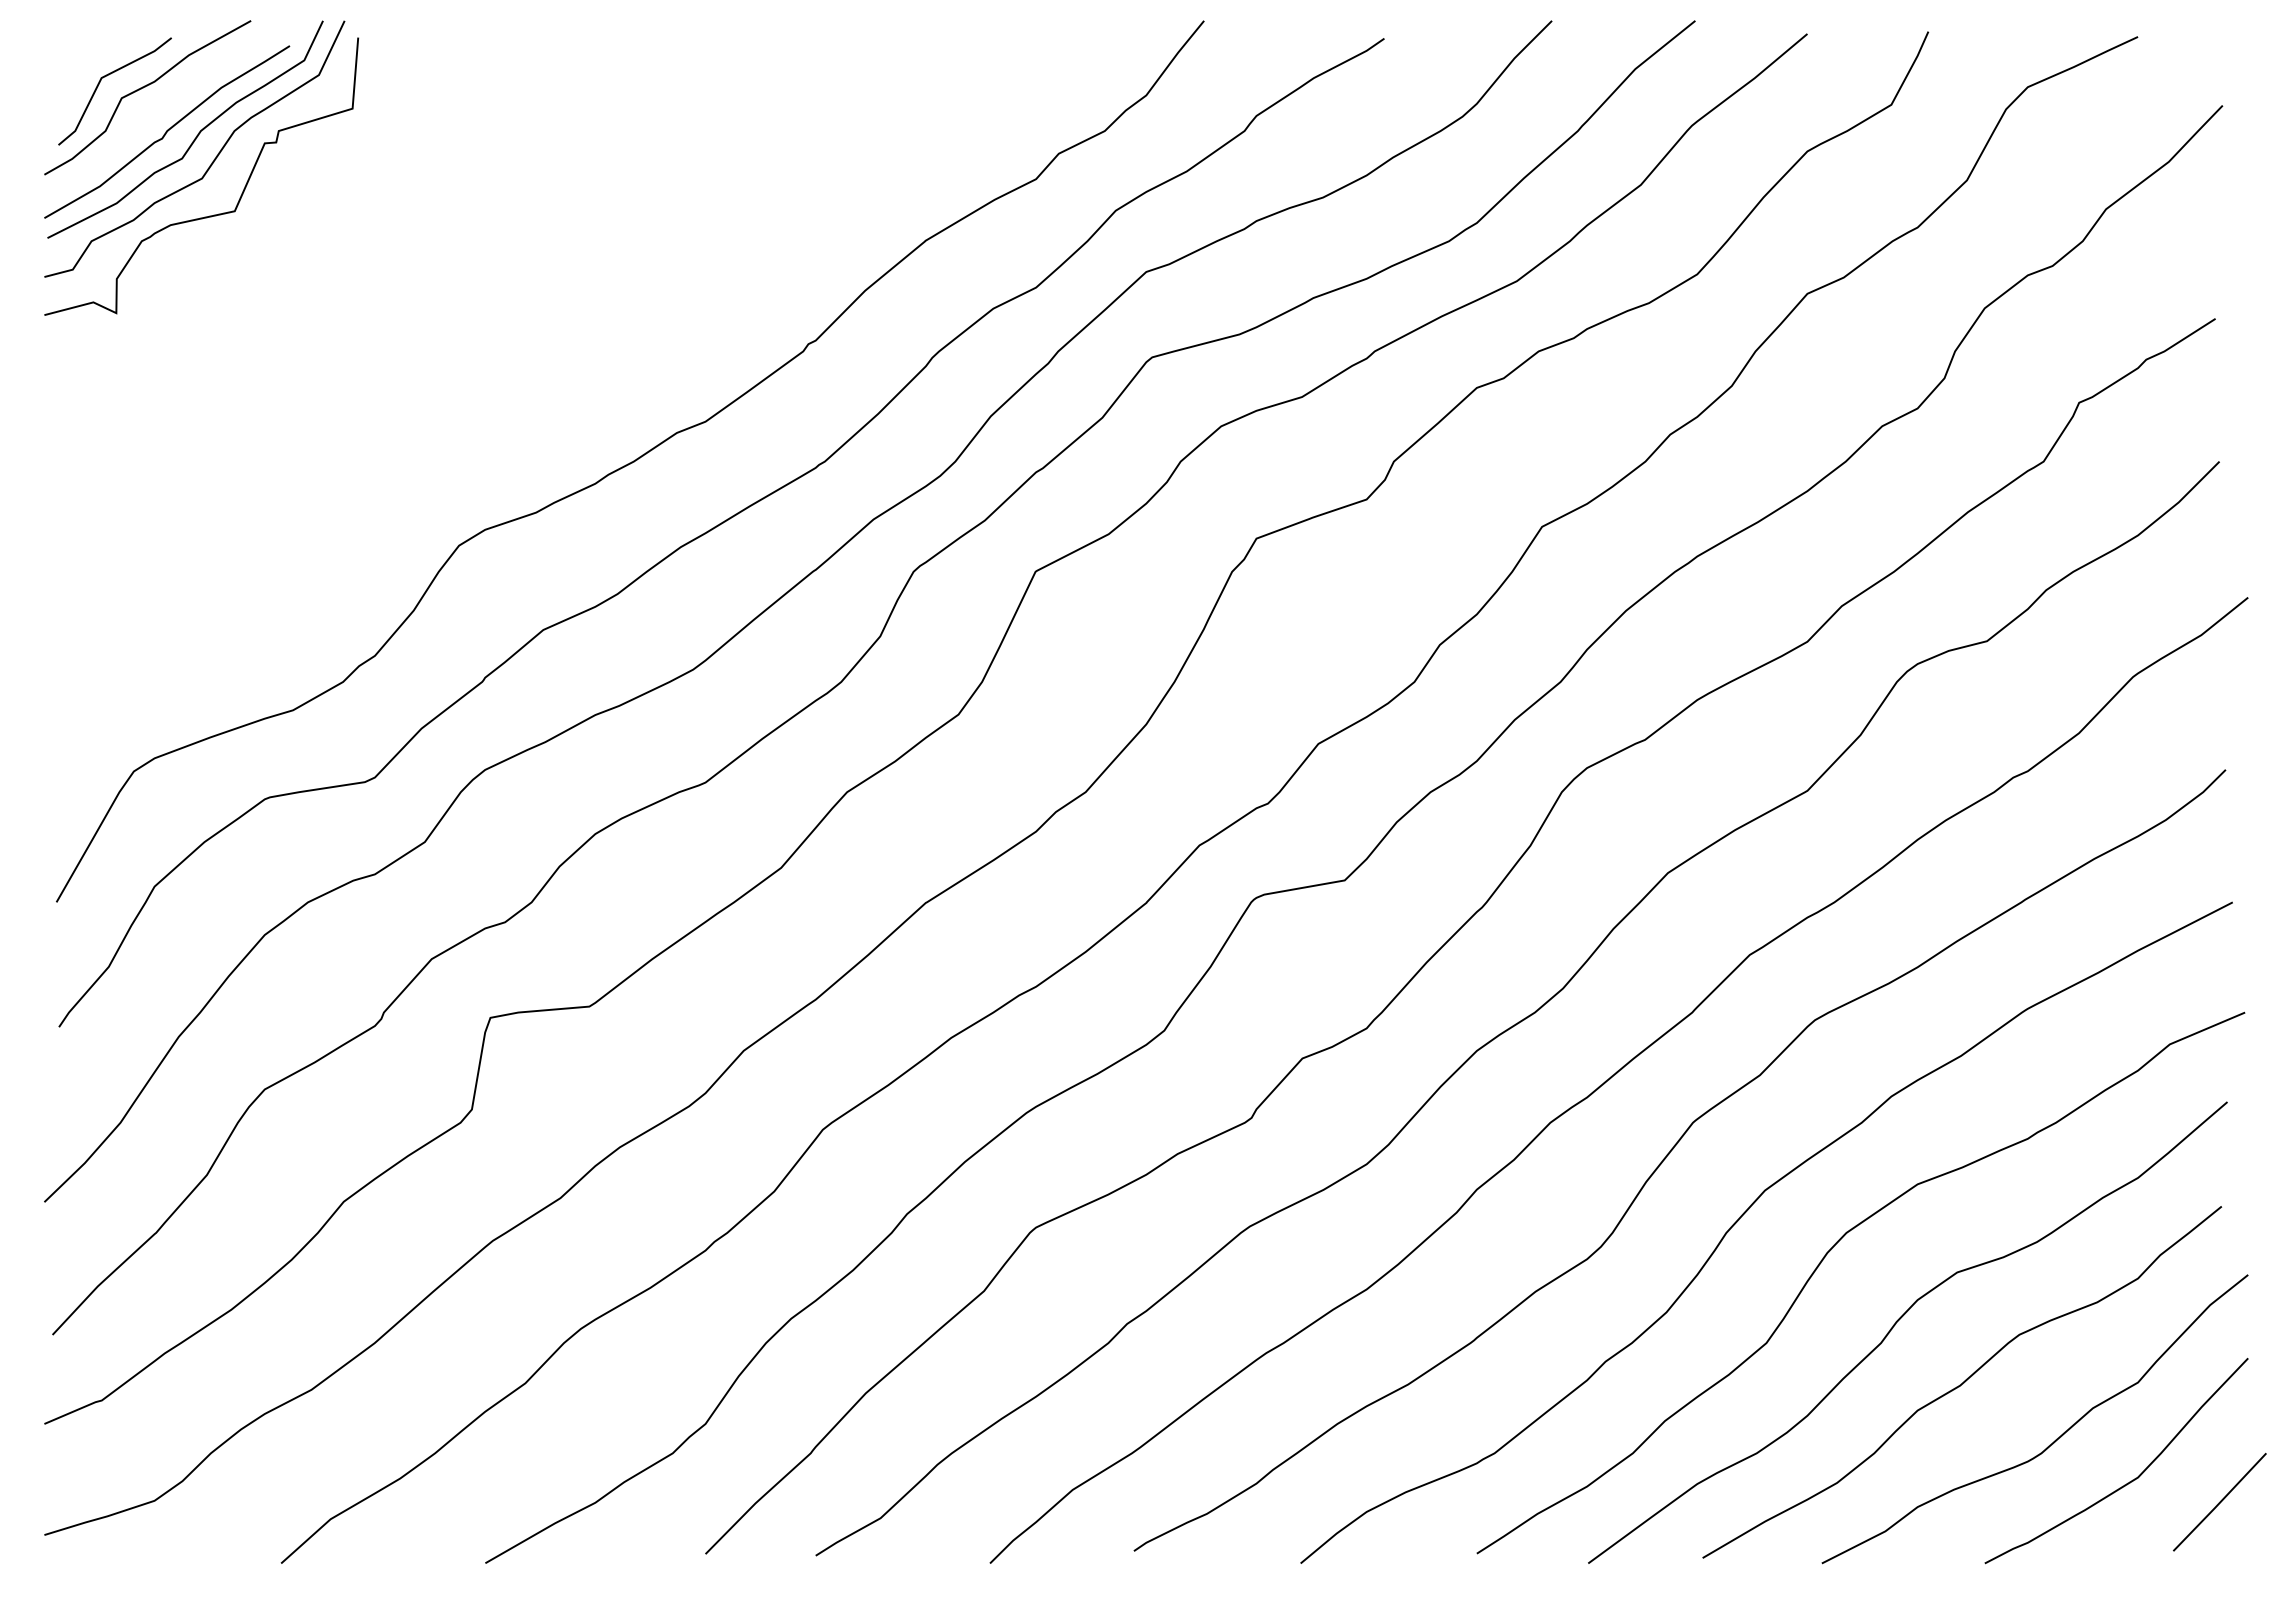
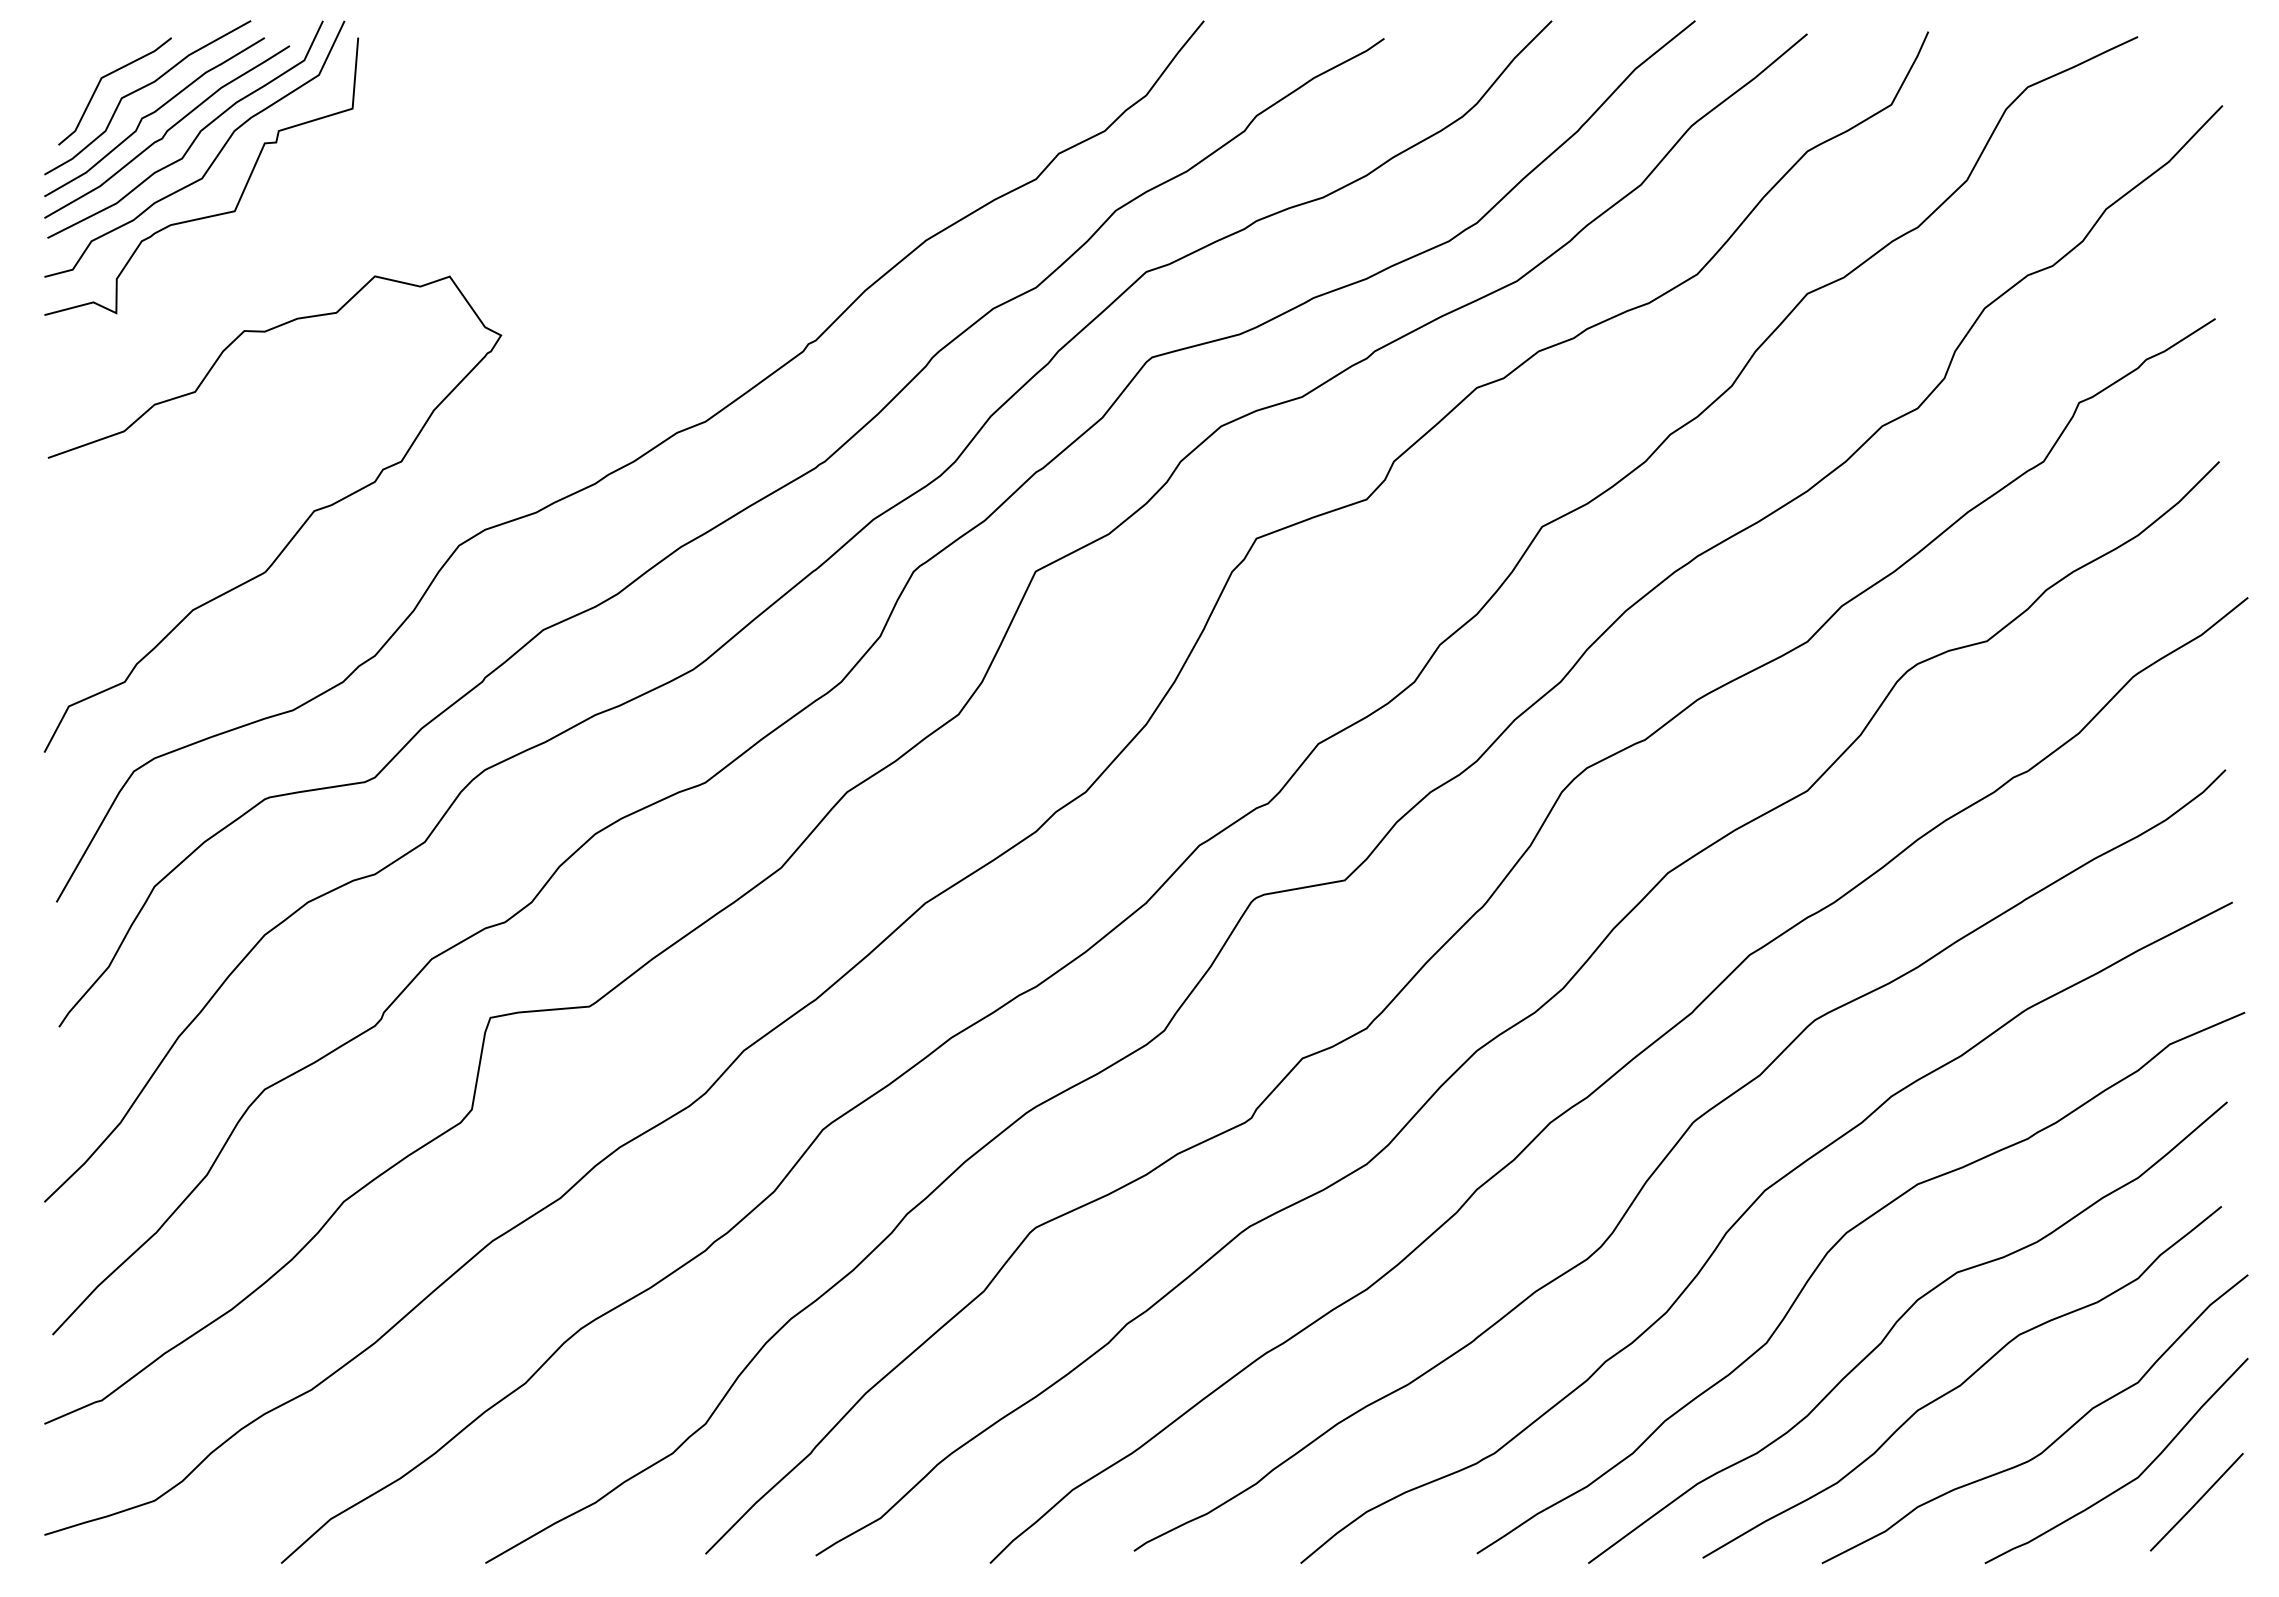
curve at (152, 114): none -> present
curve at (296, 531): none -> present
line at (2219, 1502) position: (2219, 1502) -> (2196, 1502)
